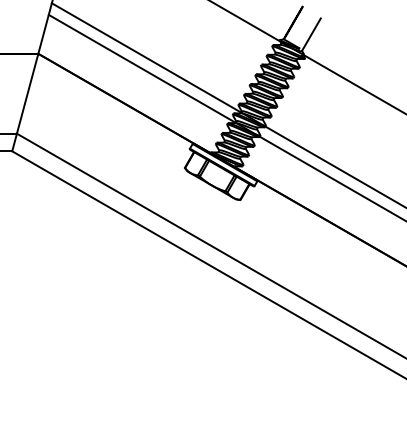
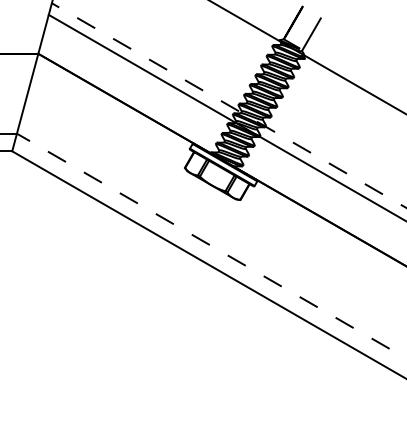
line at (229, 105): solid -> dashed
line at (211, 246): solid -> dashed
